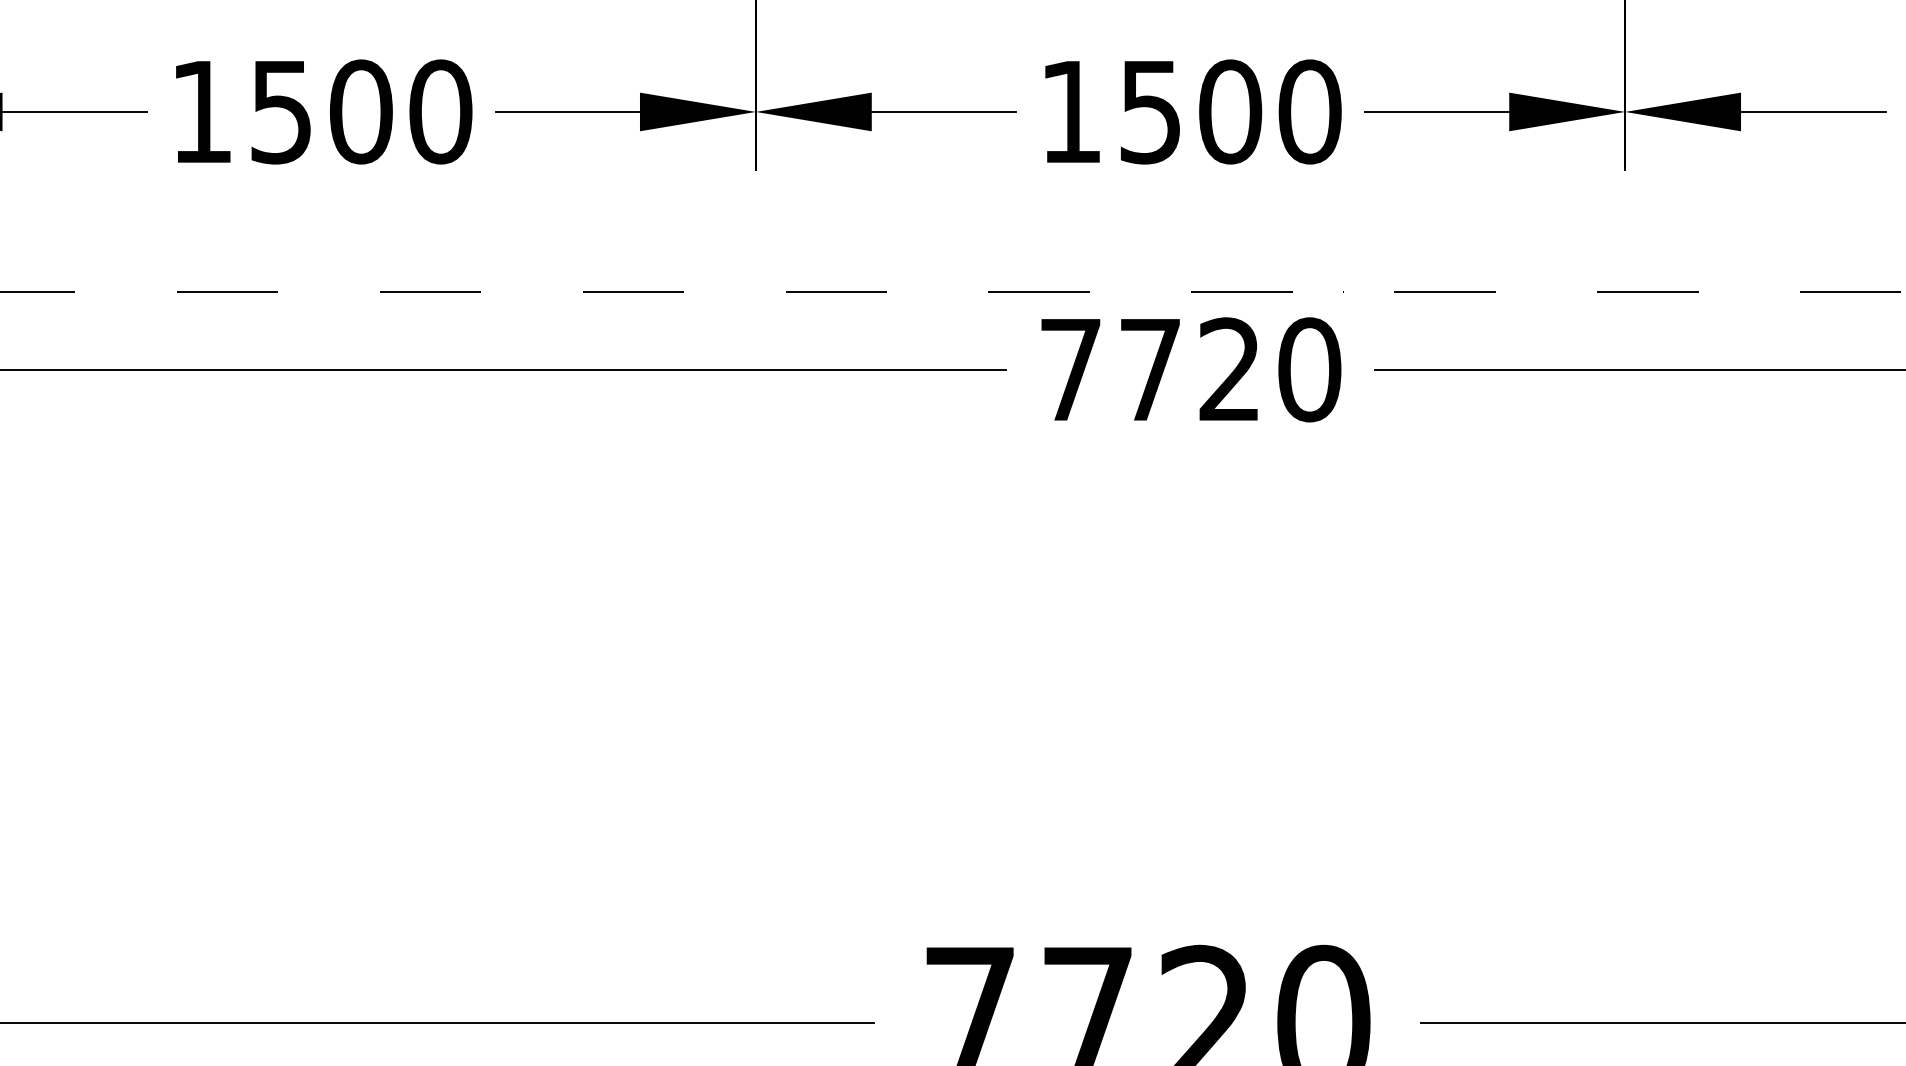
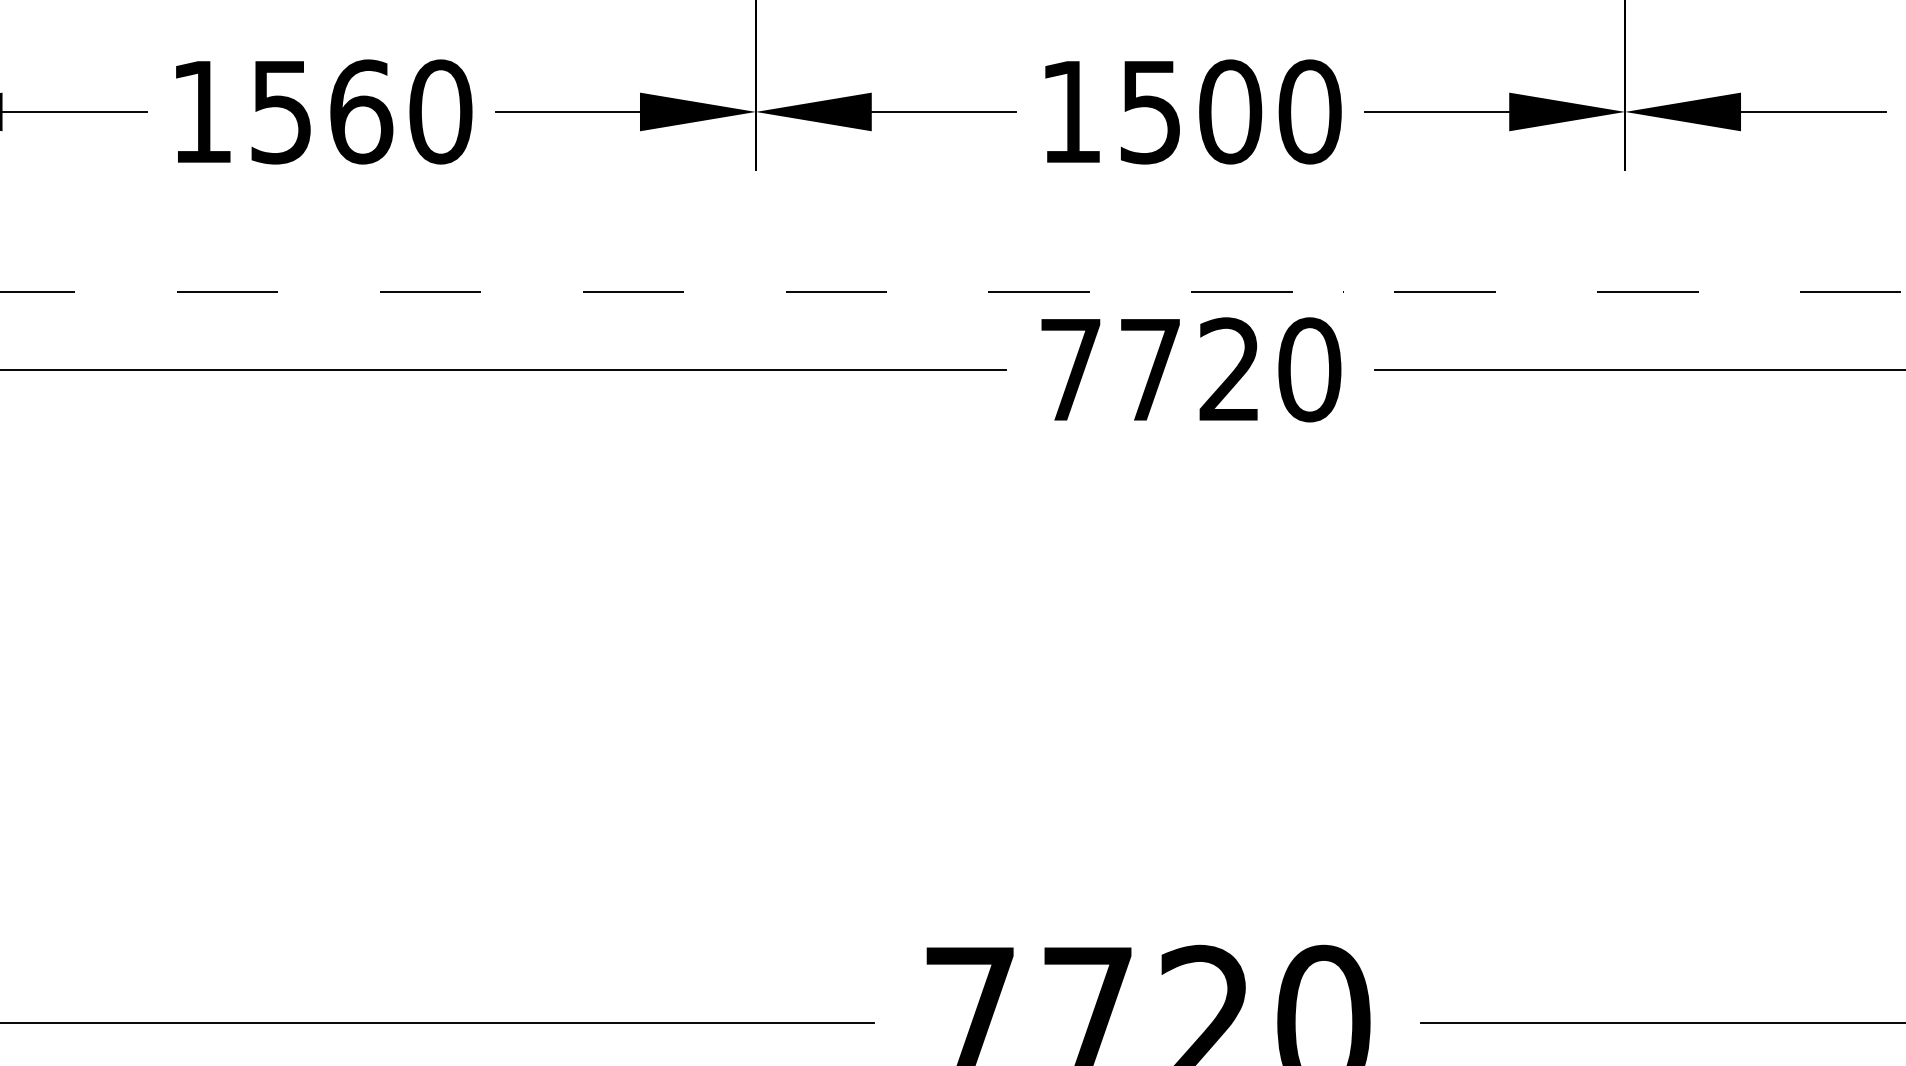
text at (361, 111): 1500 -> 1560
